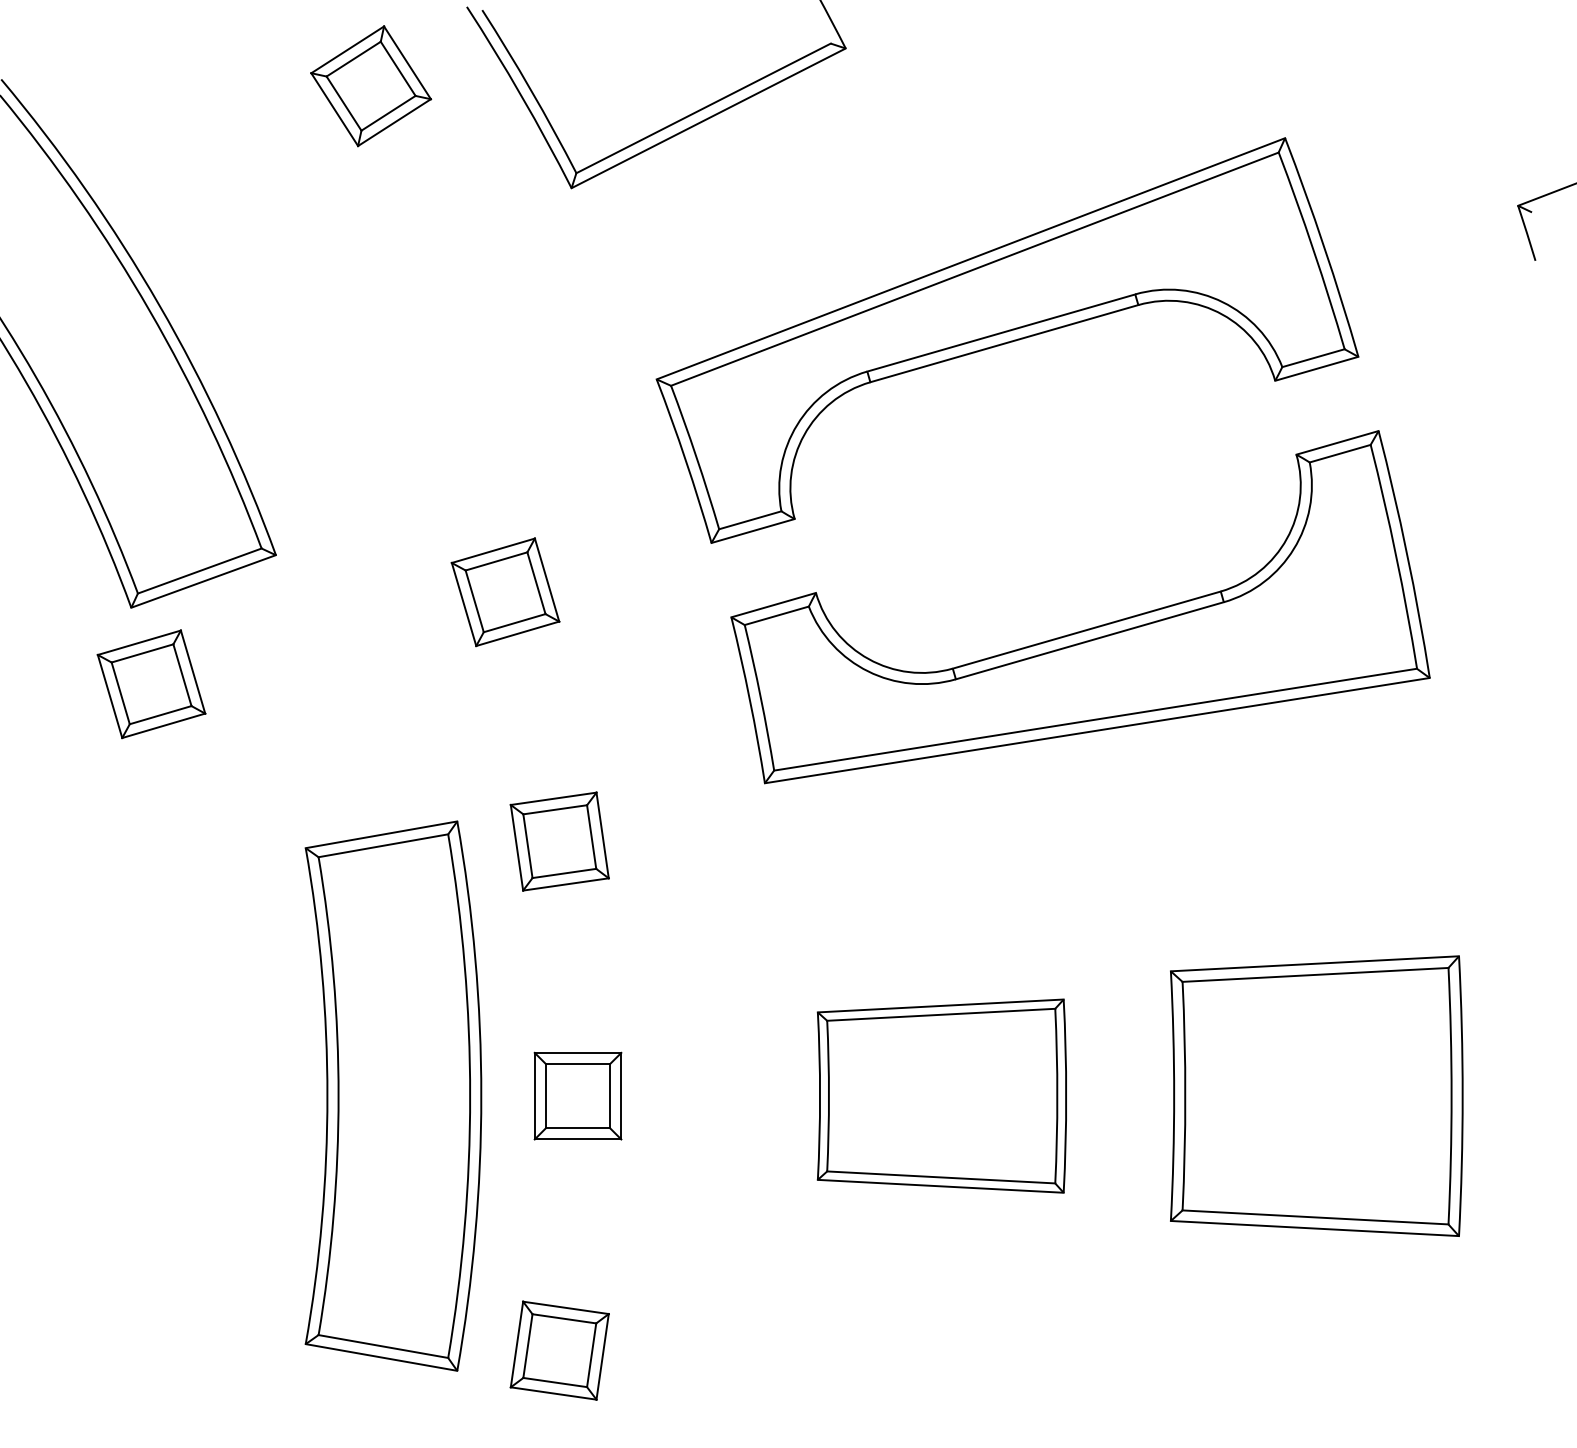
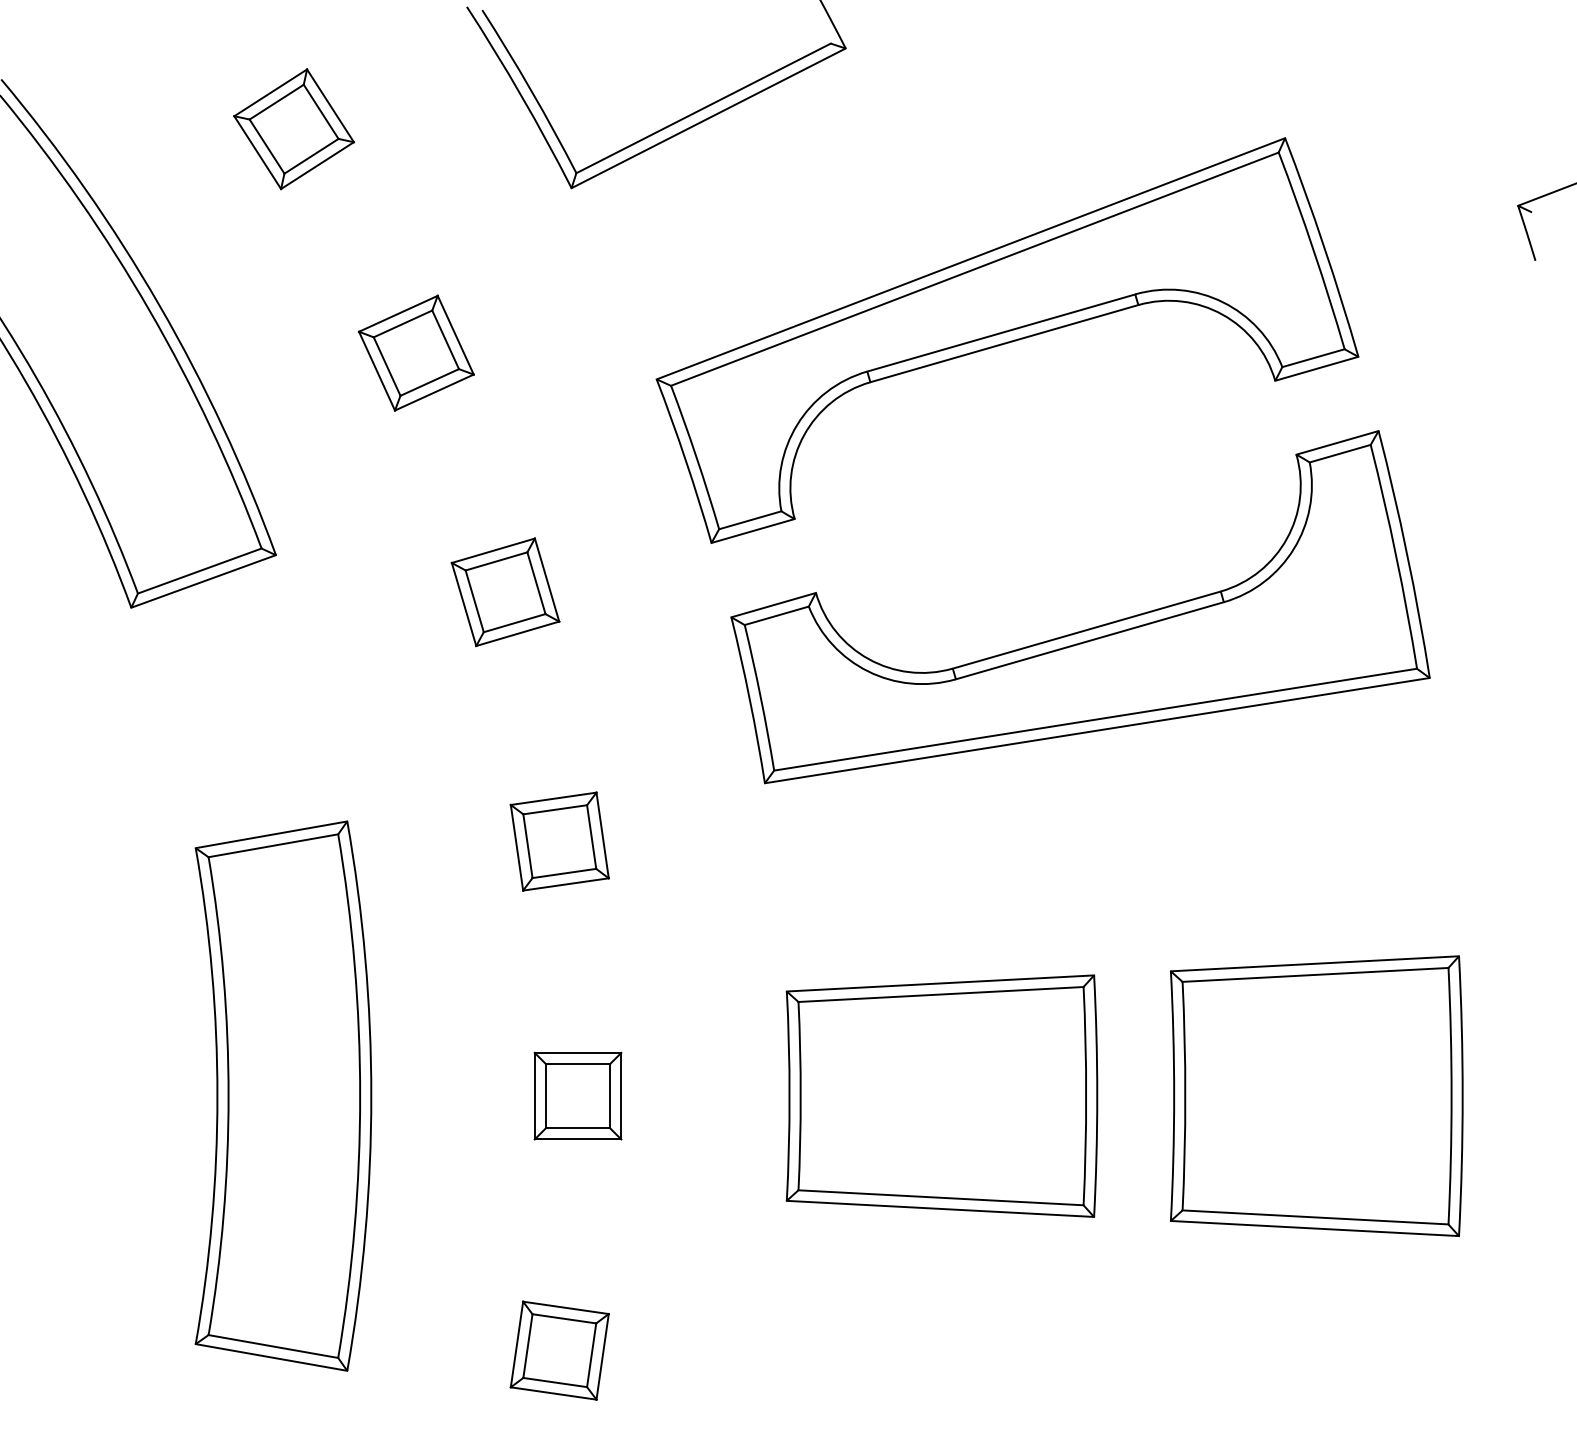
part at (371, 86) position: (371, 86) -> (294, 129)
part at (416, 352): none -> present
part at (151, 684): present -> none
part at (393, 1095) position: (393, 1095) -> (283, 1095)
part at (941, 1095) size: 251x196 px -> 314x244 px
